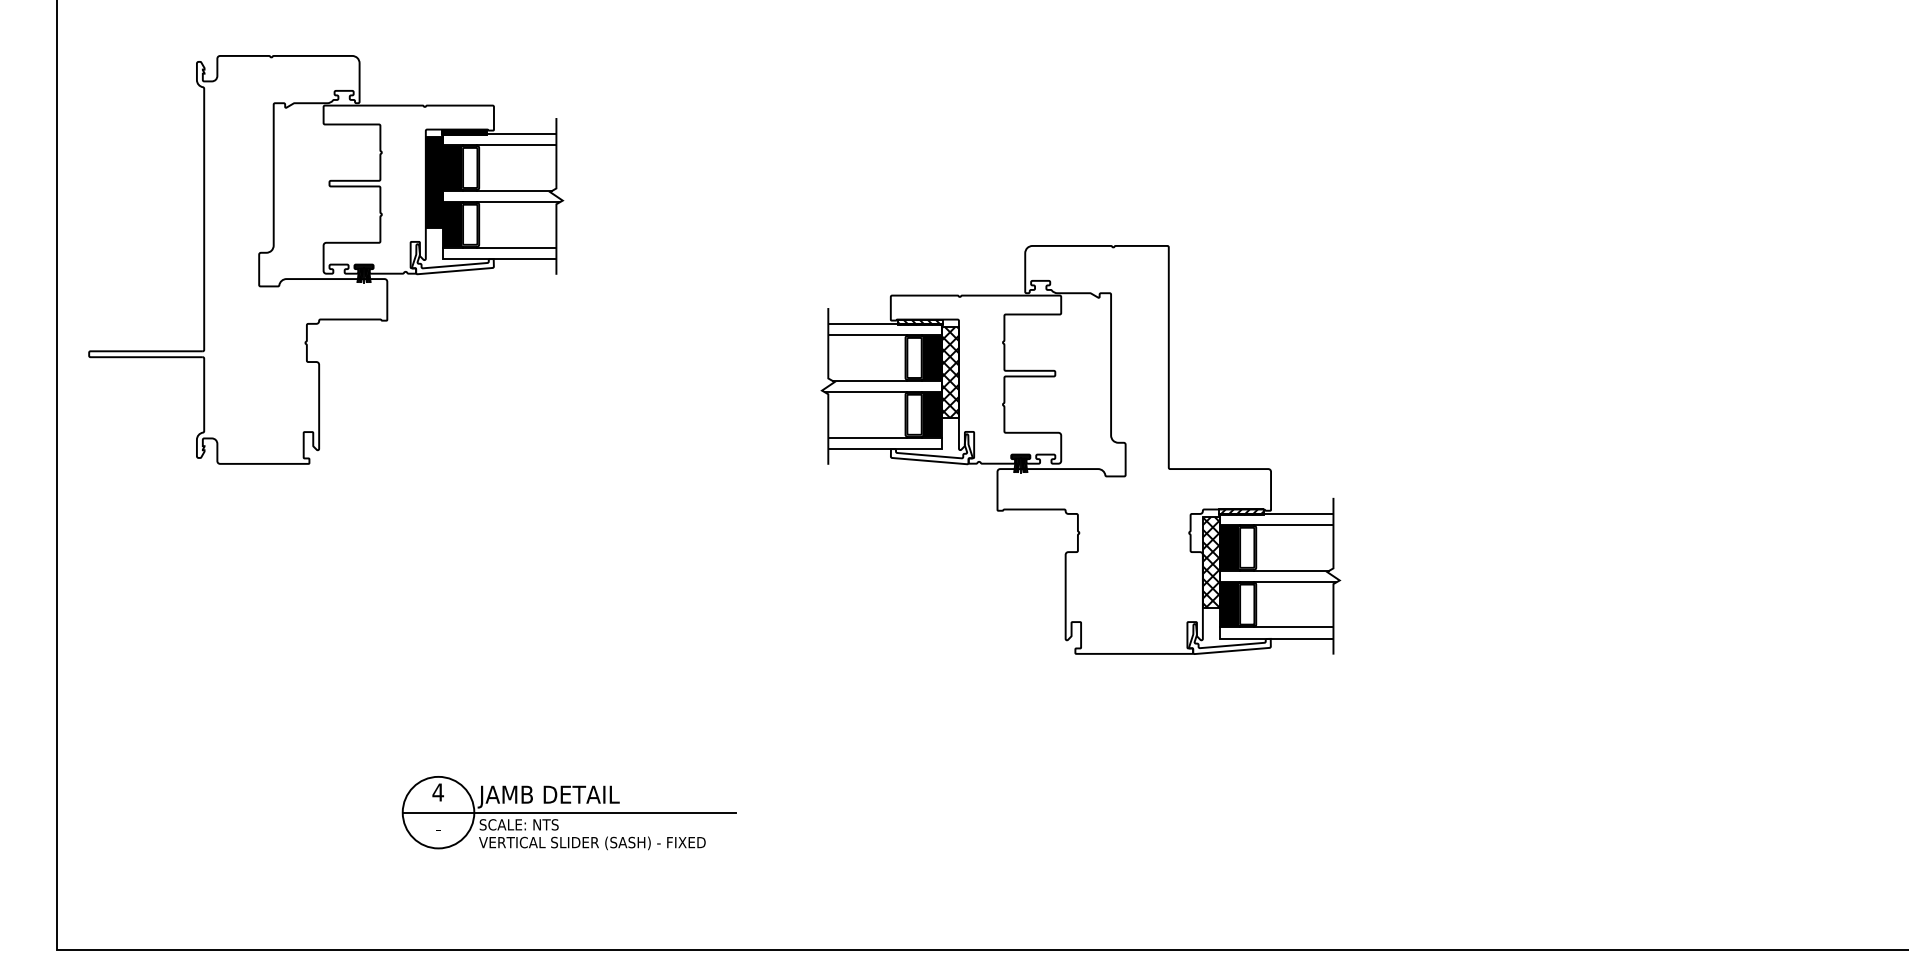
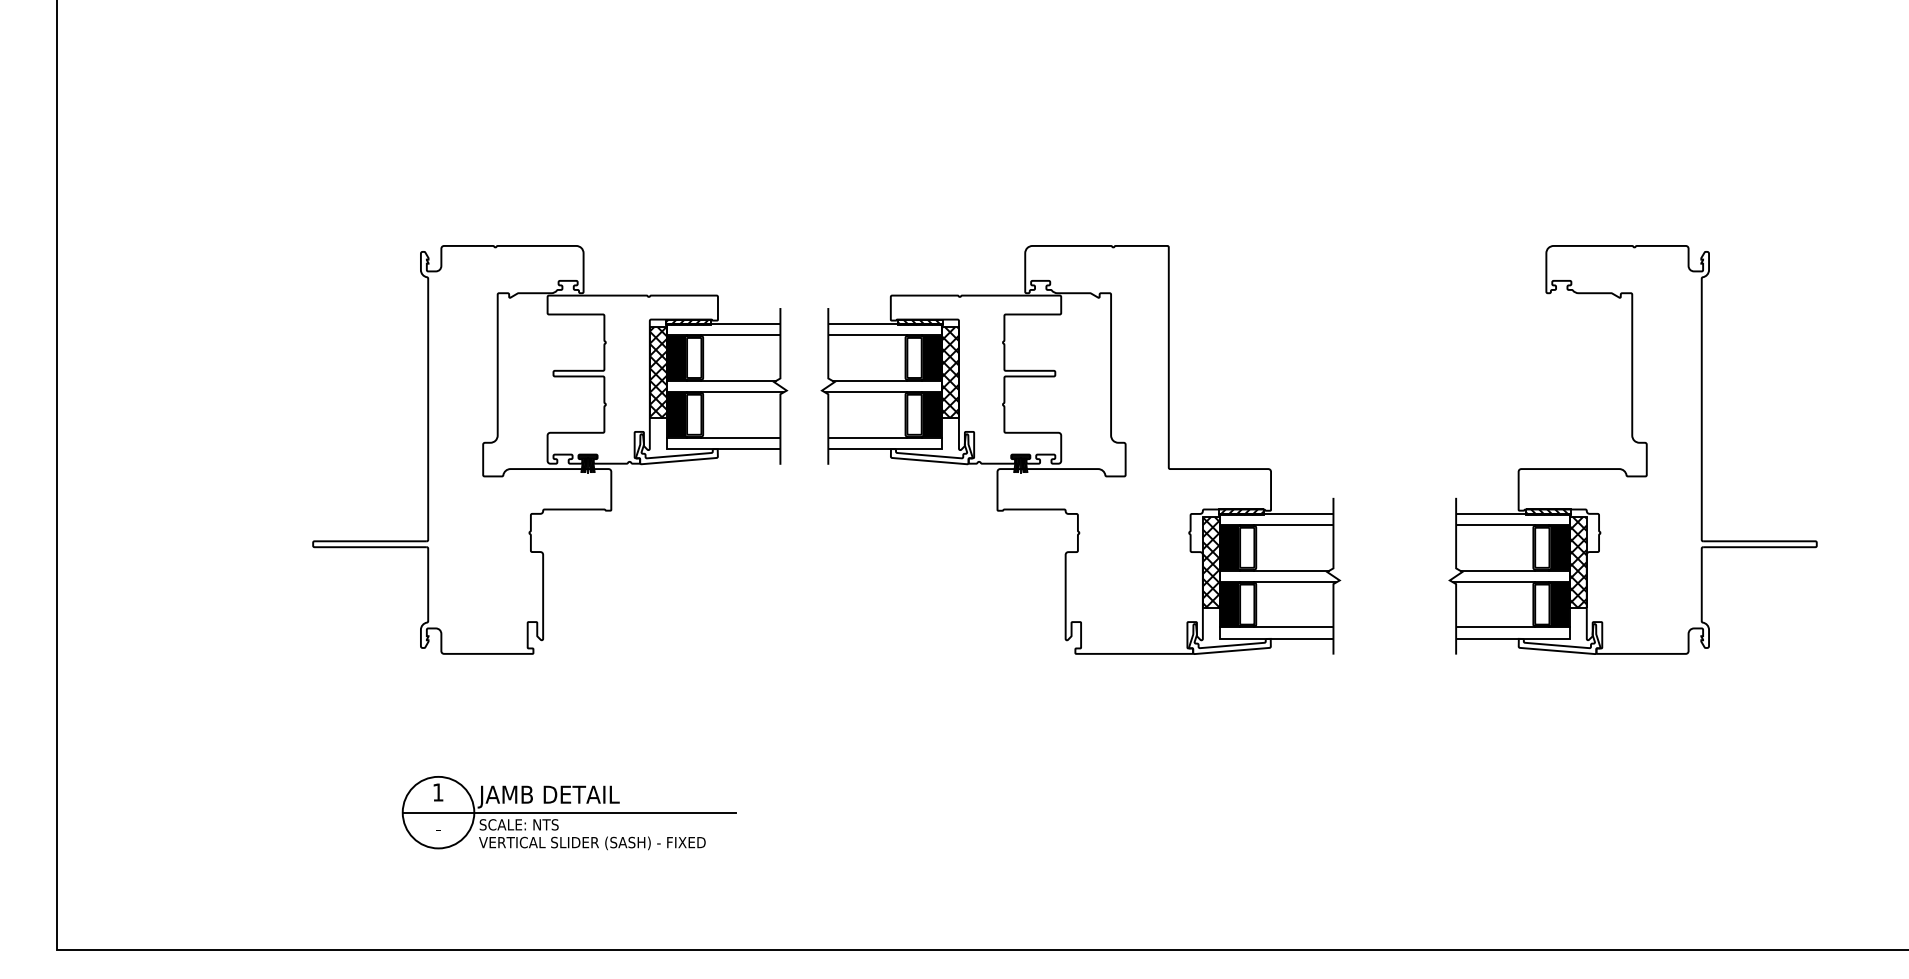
part at (326, 259) position: (326, 259) -> (550, 449)
part at (1634, 442): none -> present
text at (438, 792): 4 -> 1
